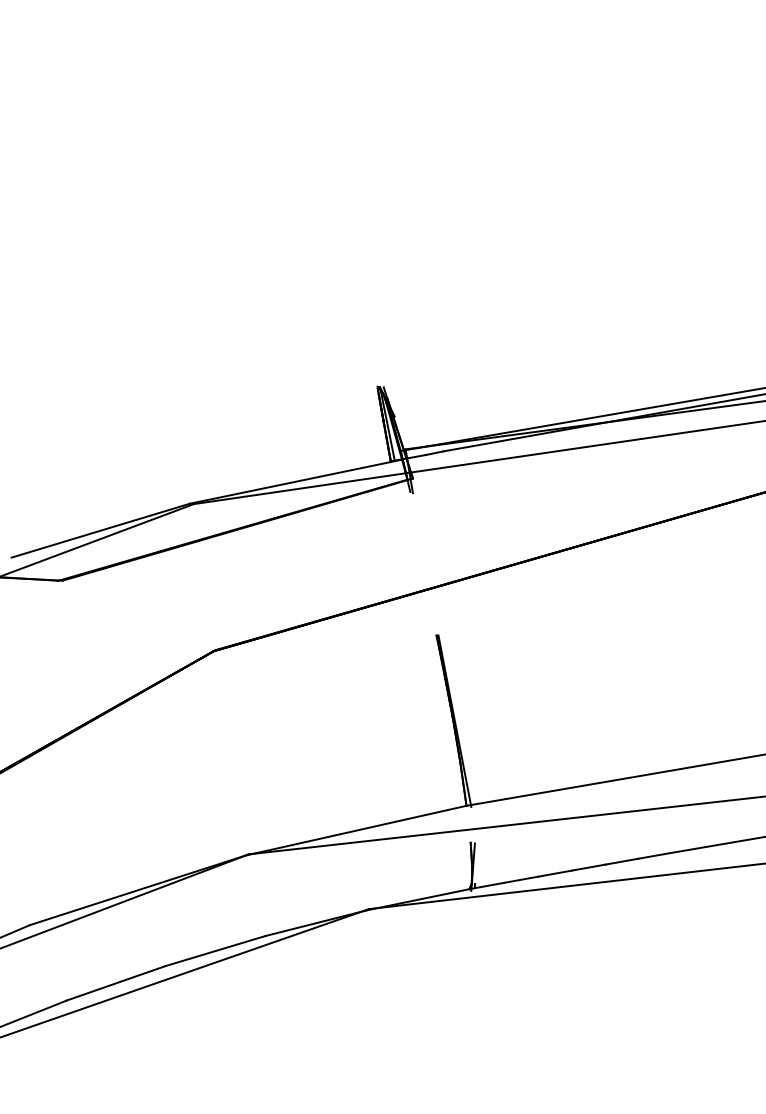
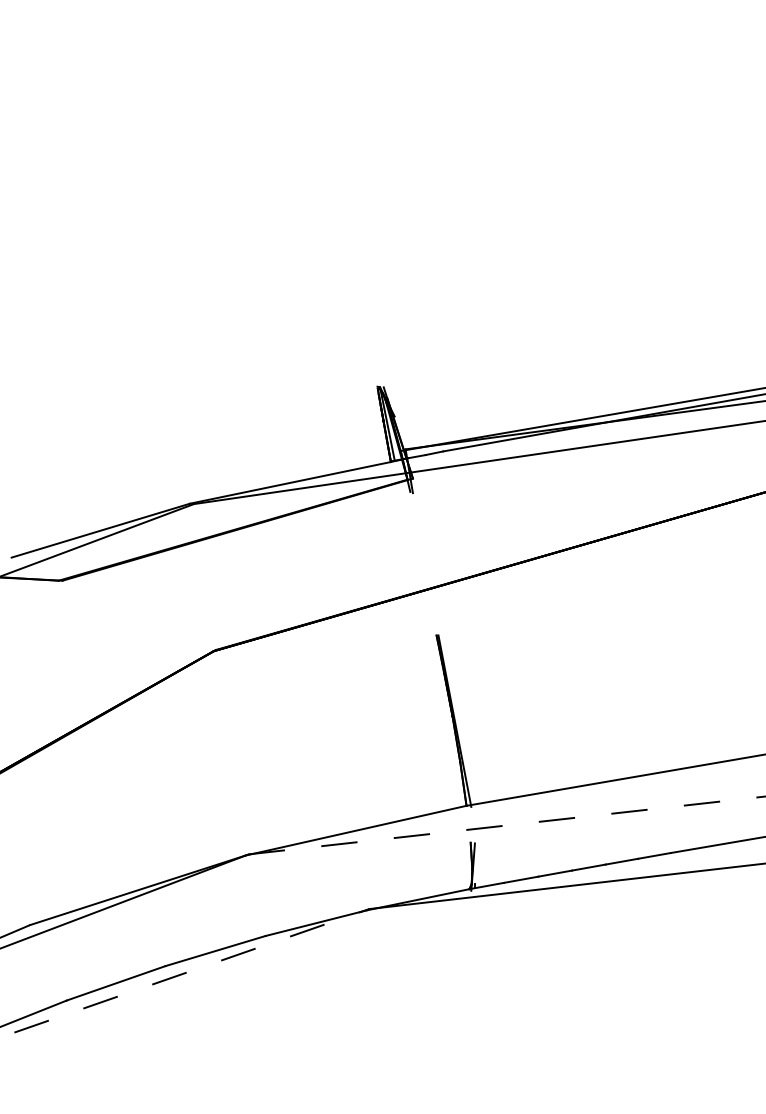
line at (507, 825): solid -> dashed
line at (185, 973): solid -> dashed
